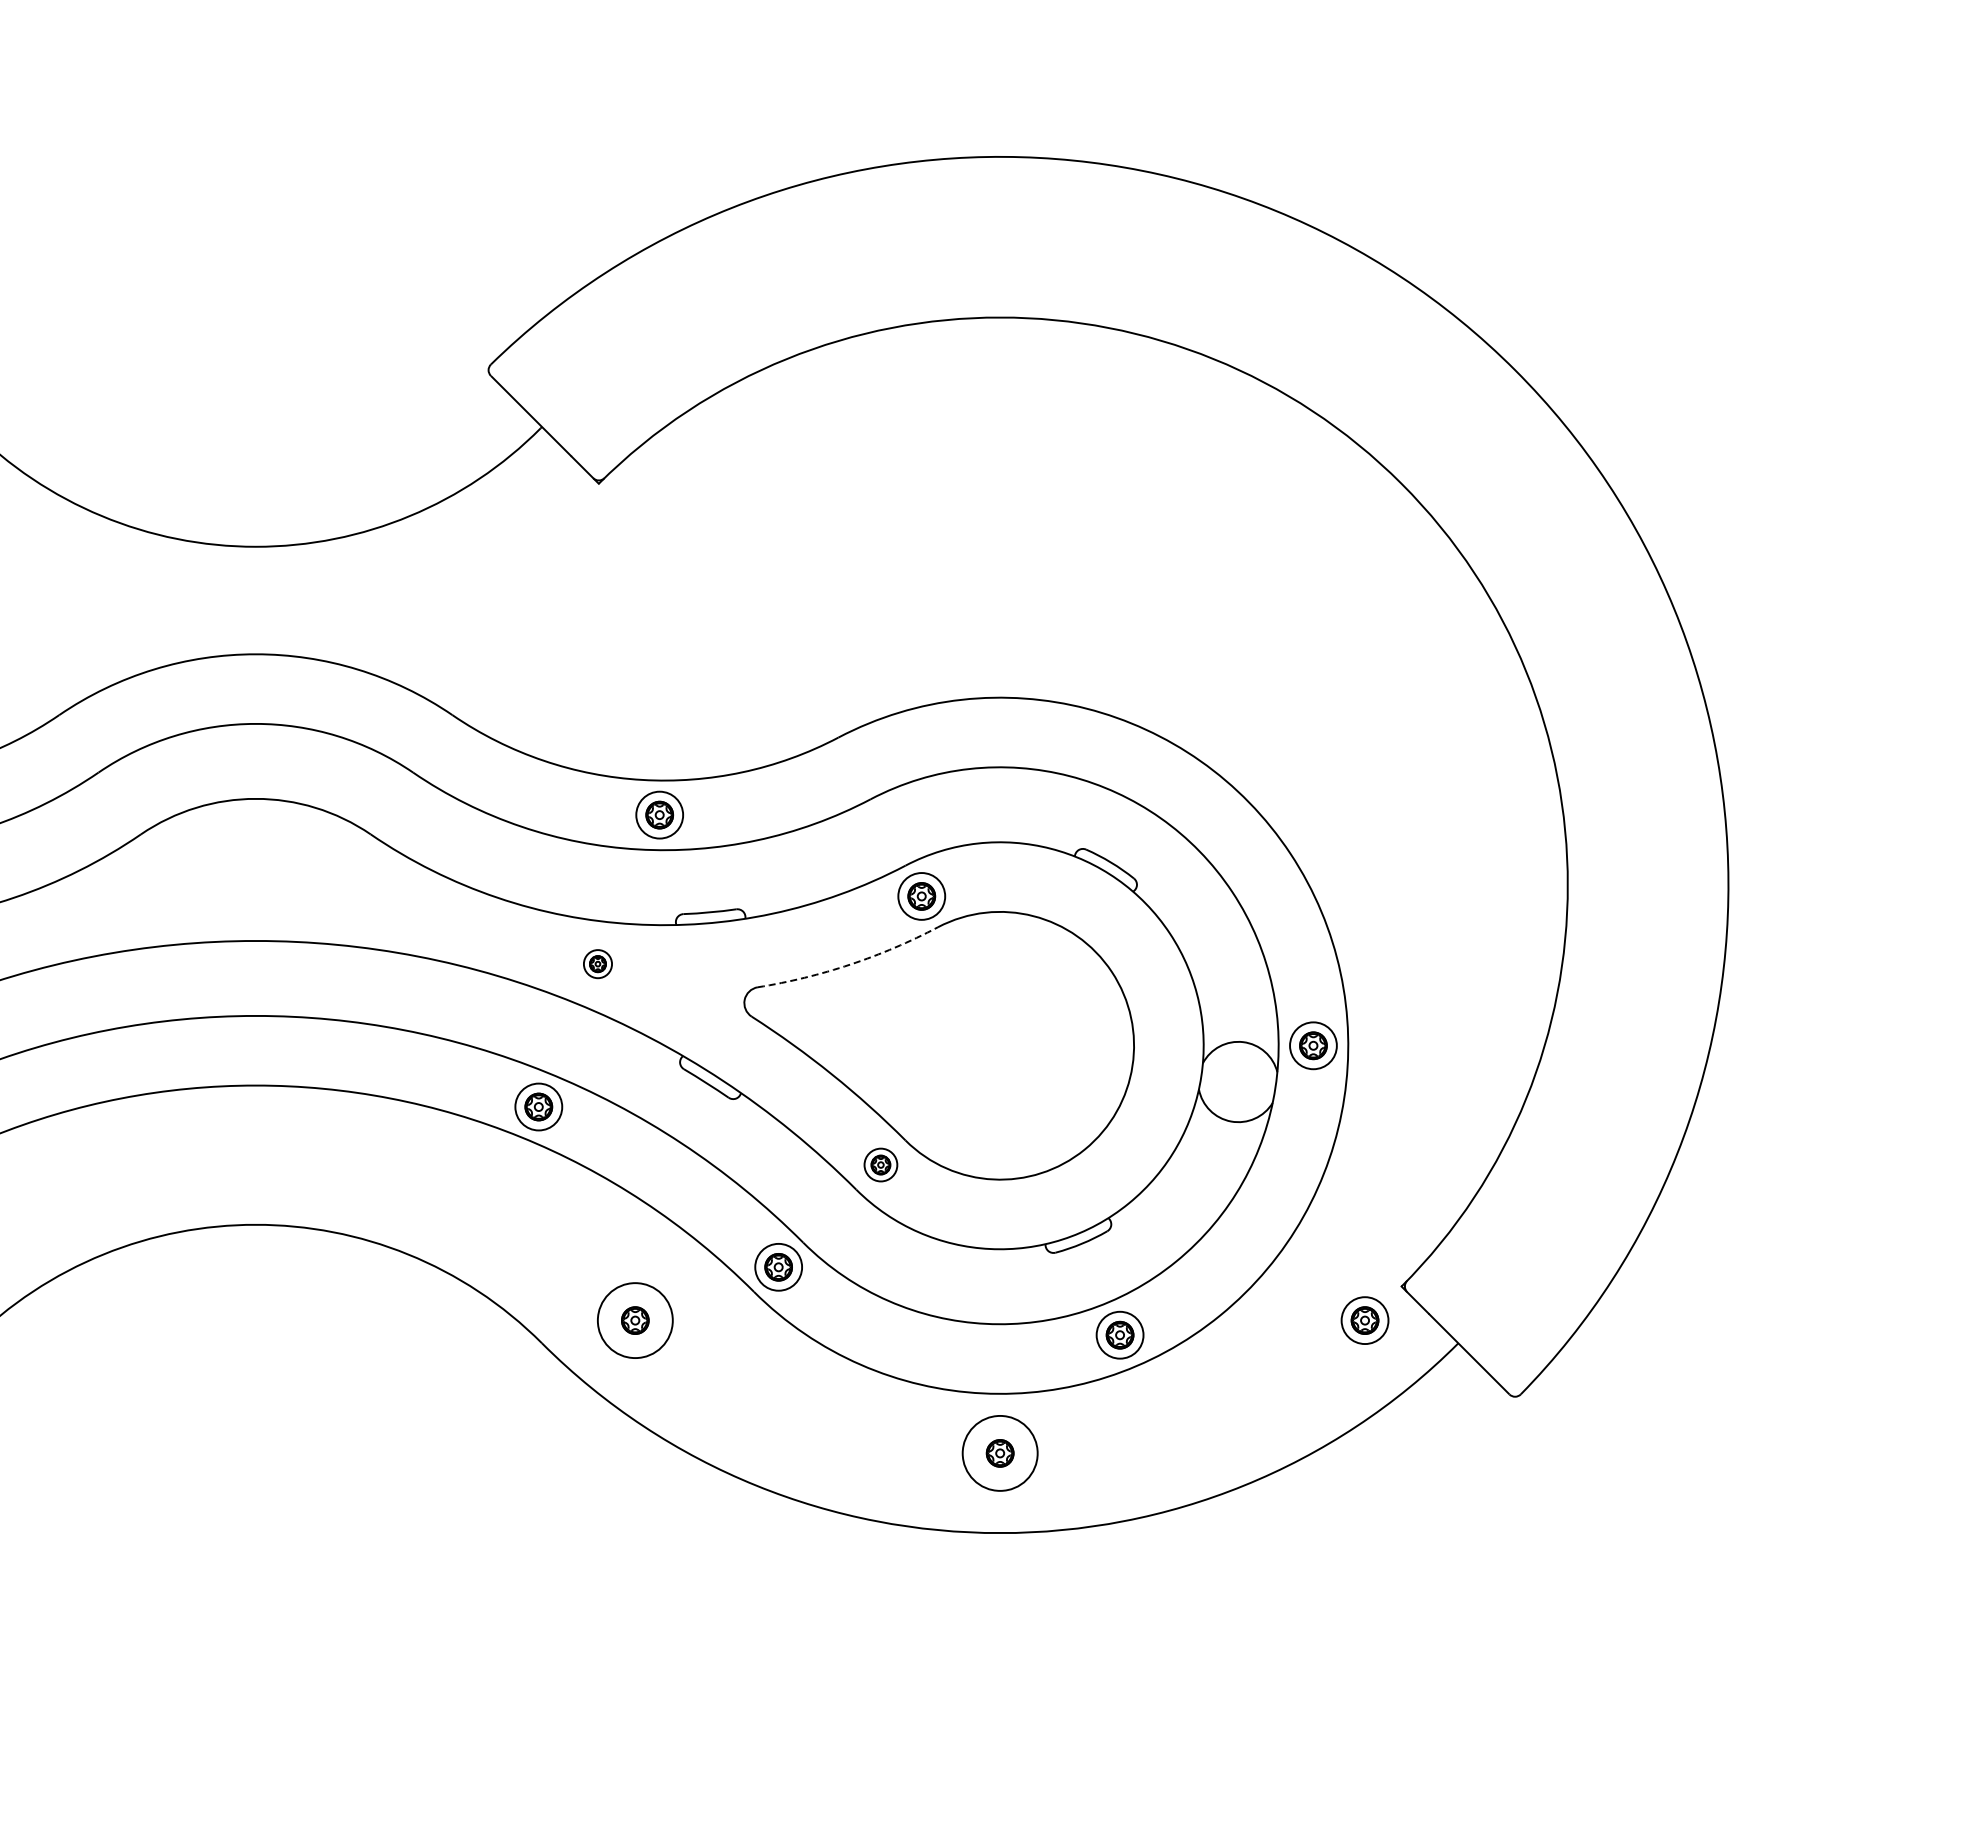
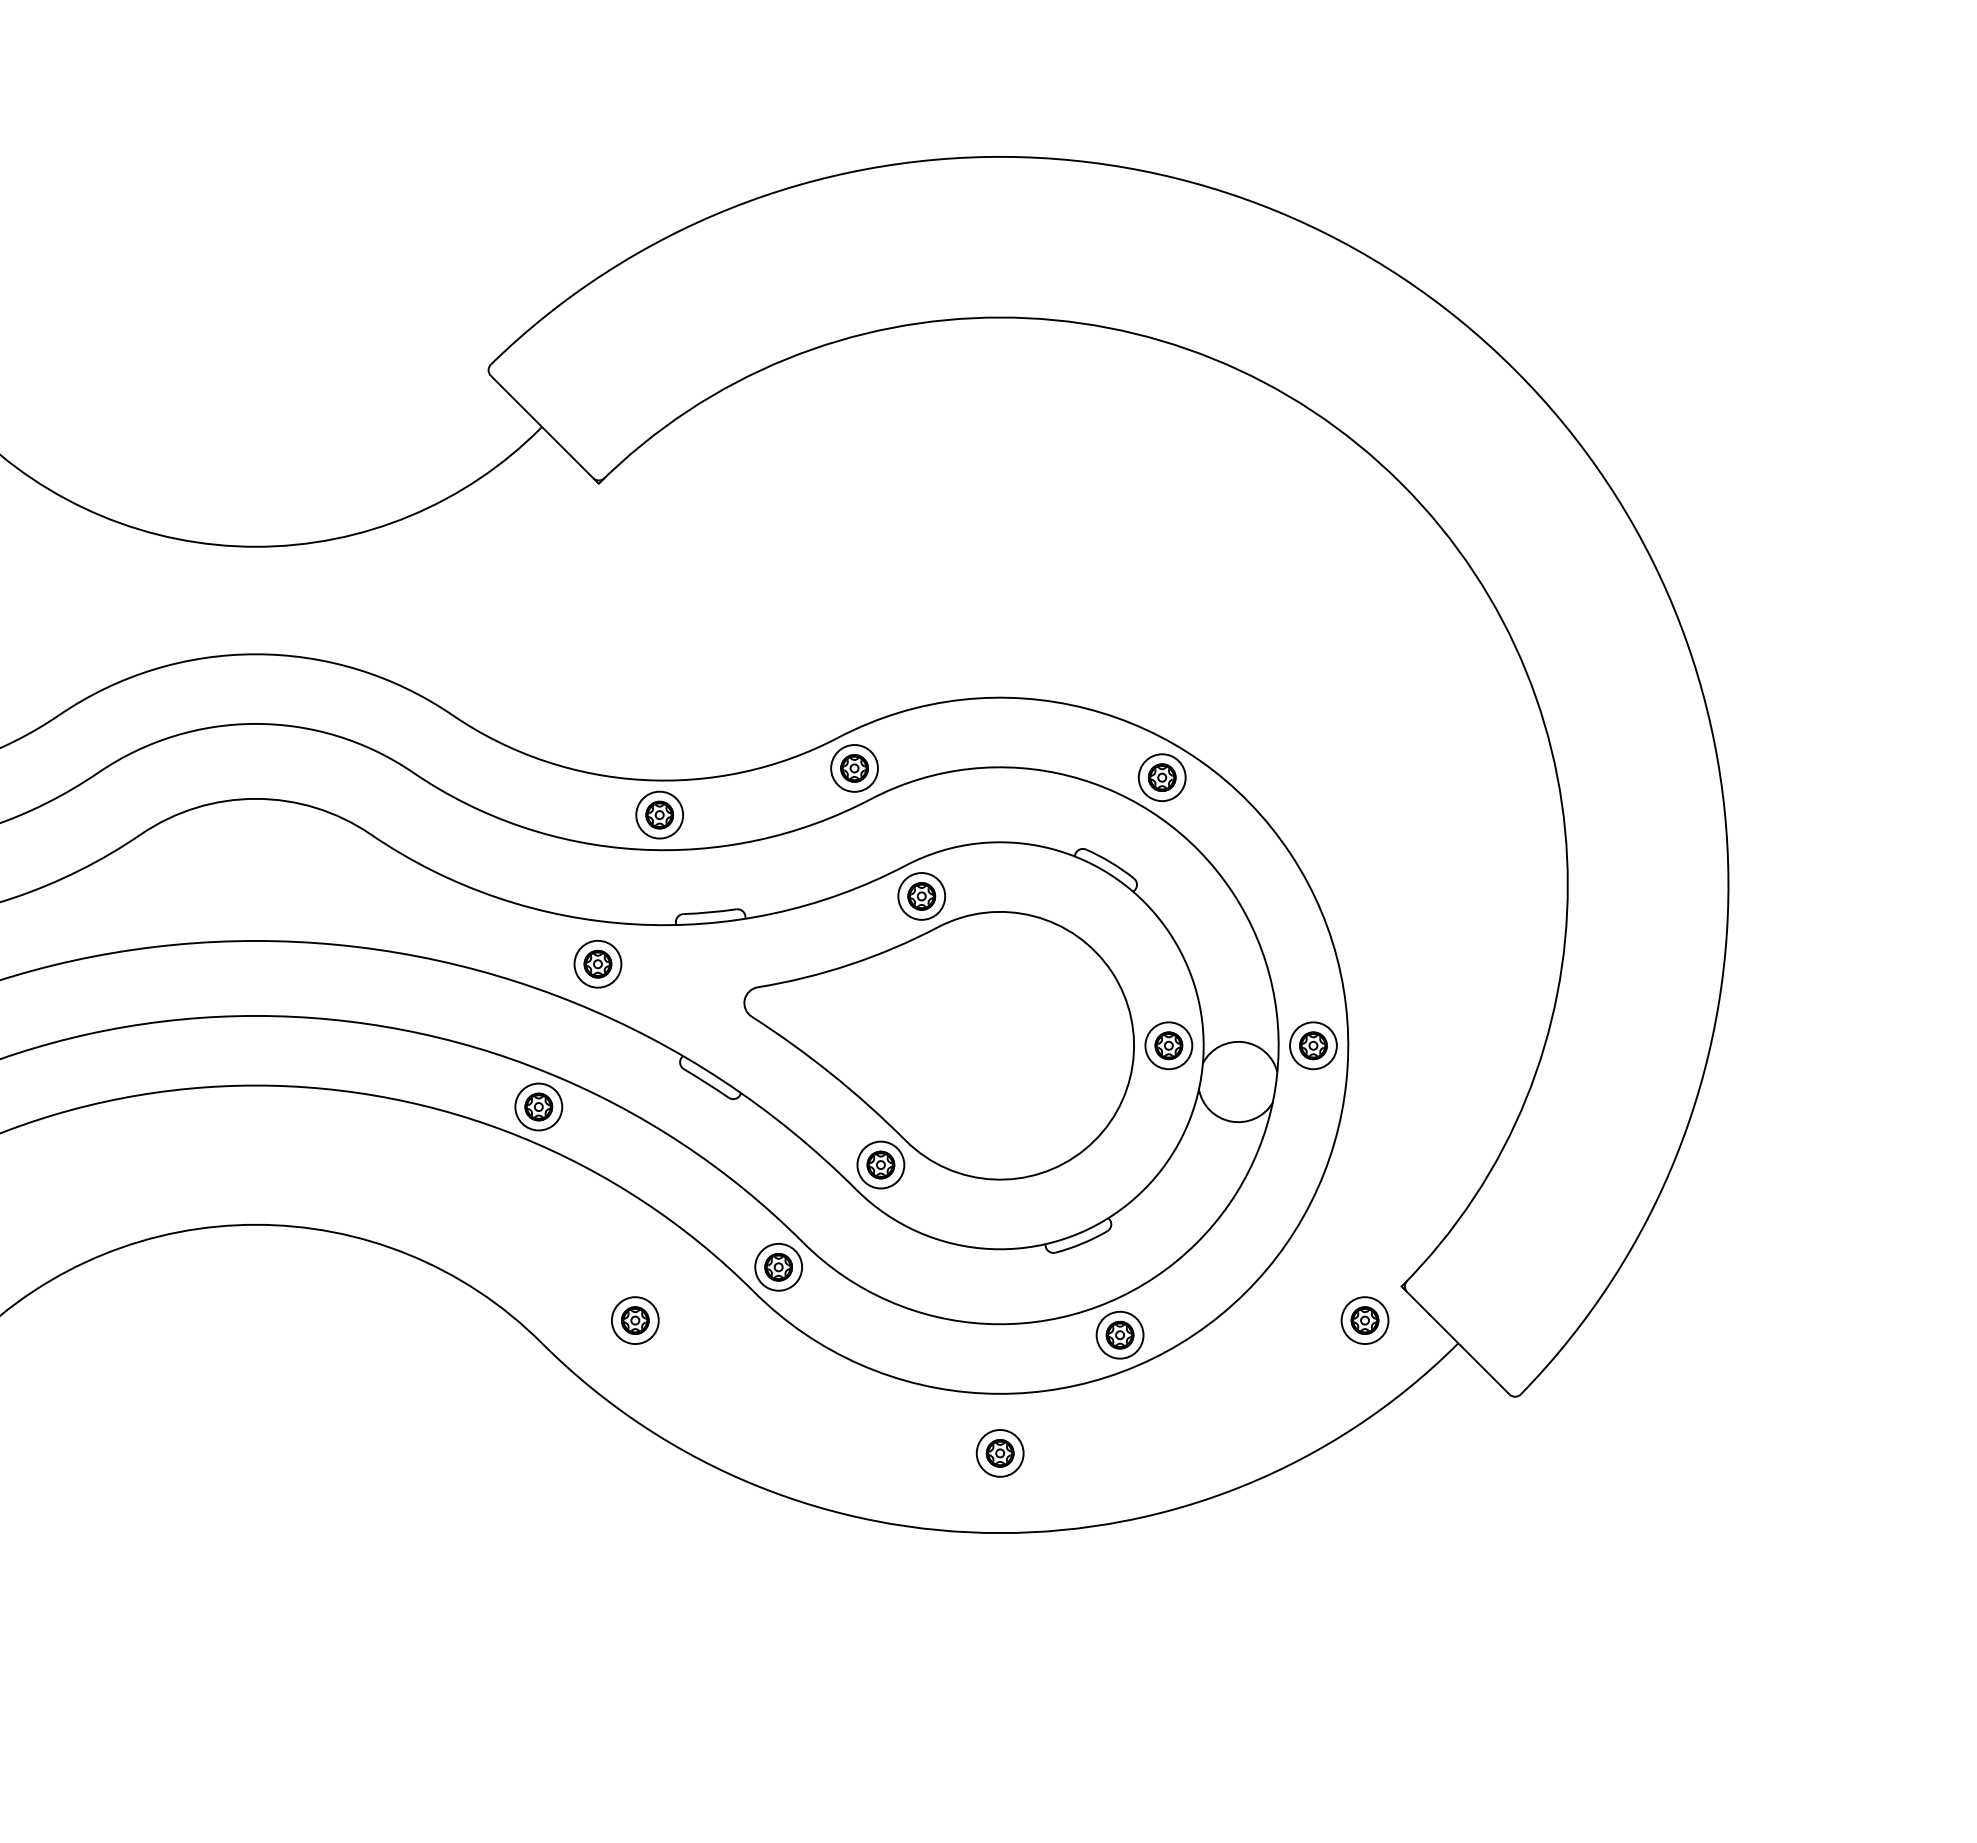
part at (854, 768): none -> present
part at (1161, 777): none -> present
part at (597, 964) size: 30x31 px -> 50x50 px
arc at (850, 964): dashed -> solid
part at (1168, 1045): none -> present
part at (880, 1164) size: 36x36 px -> 50x50 px
circle at (634, 1320) diameter: 75 px -> 47 px
circle at (999, 1452) diameter: 75 px -> 47 px
